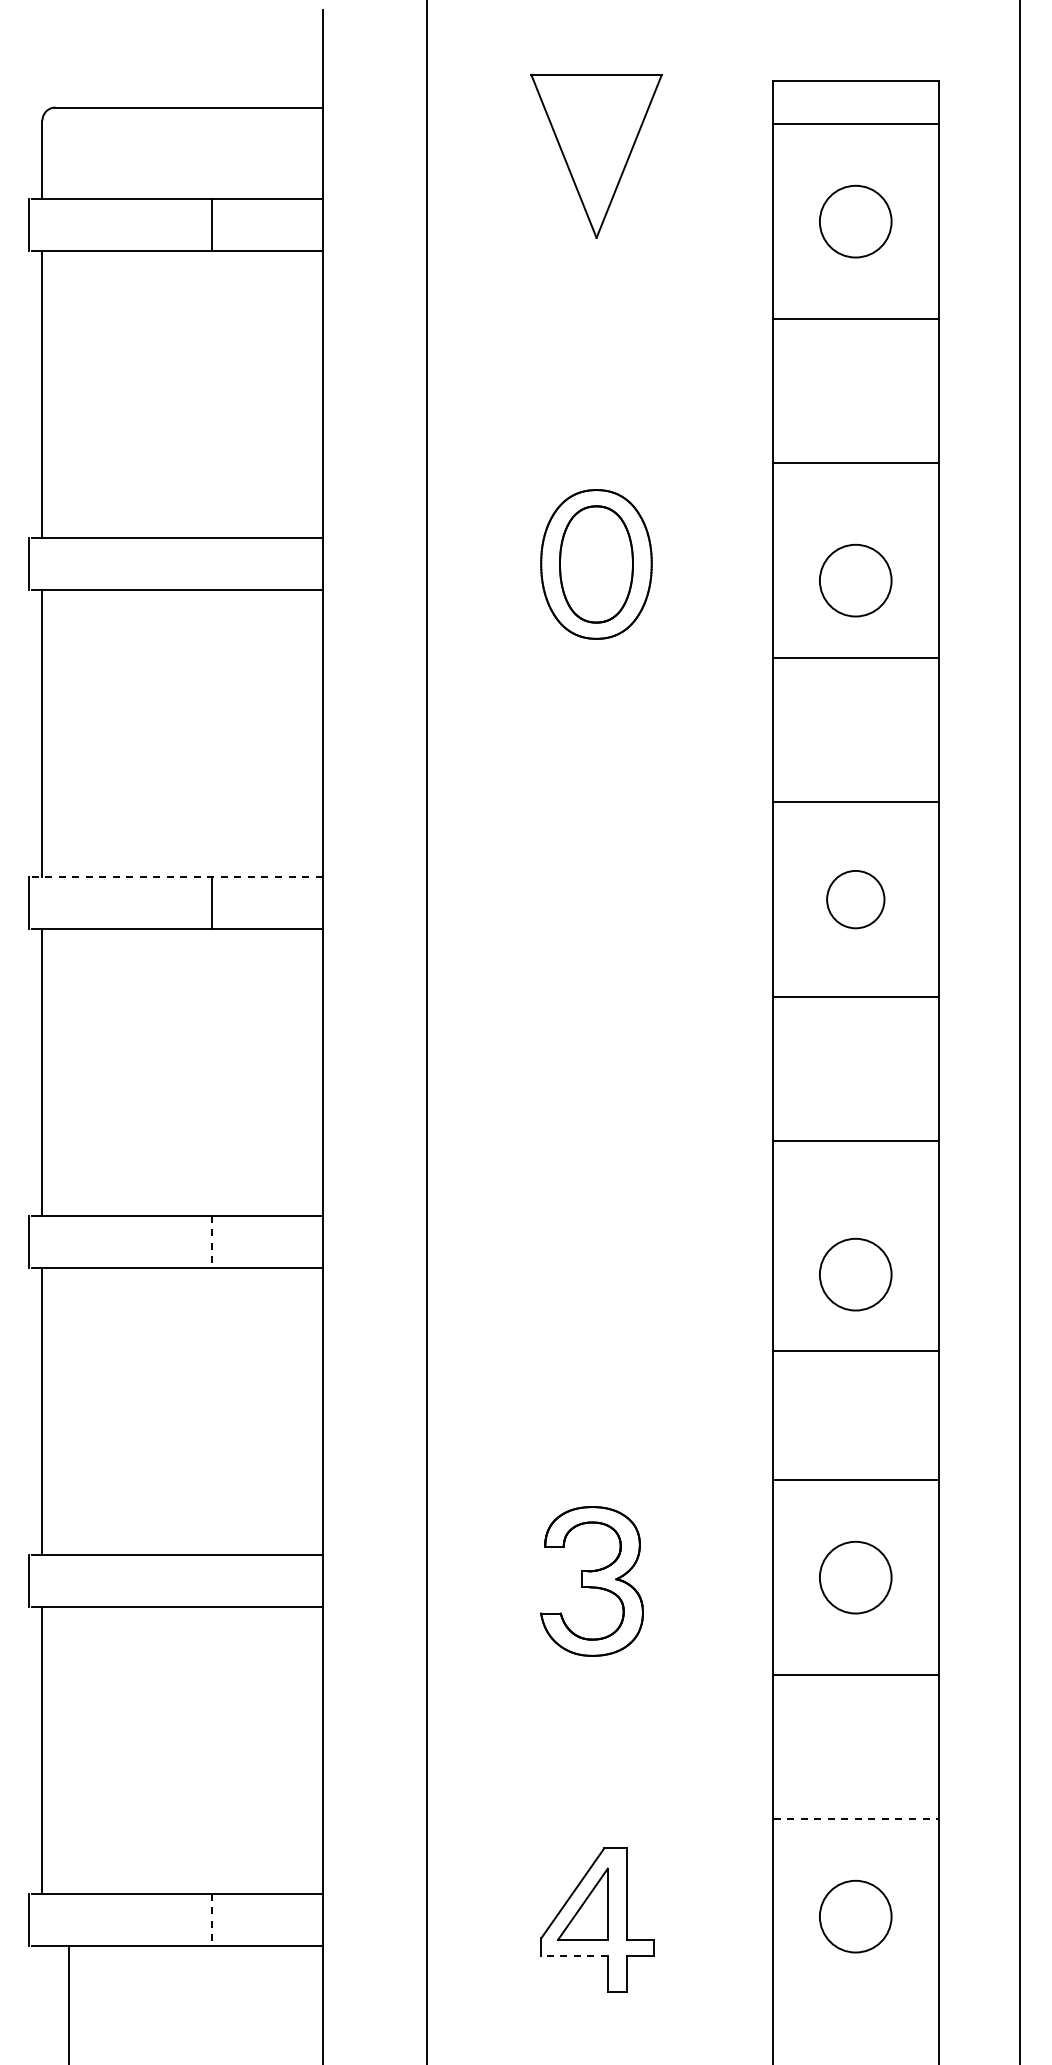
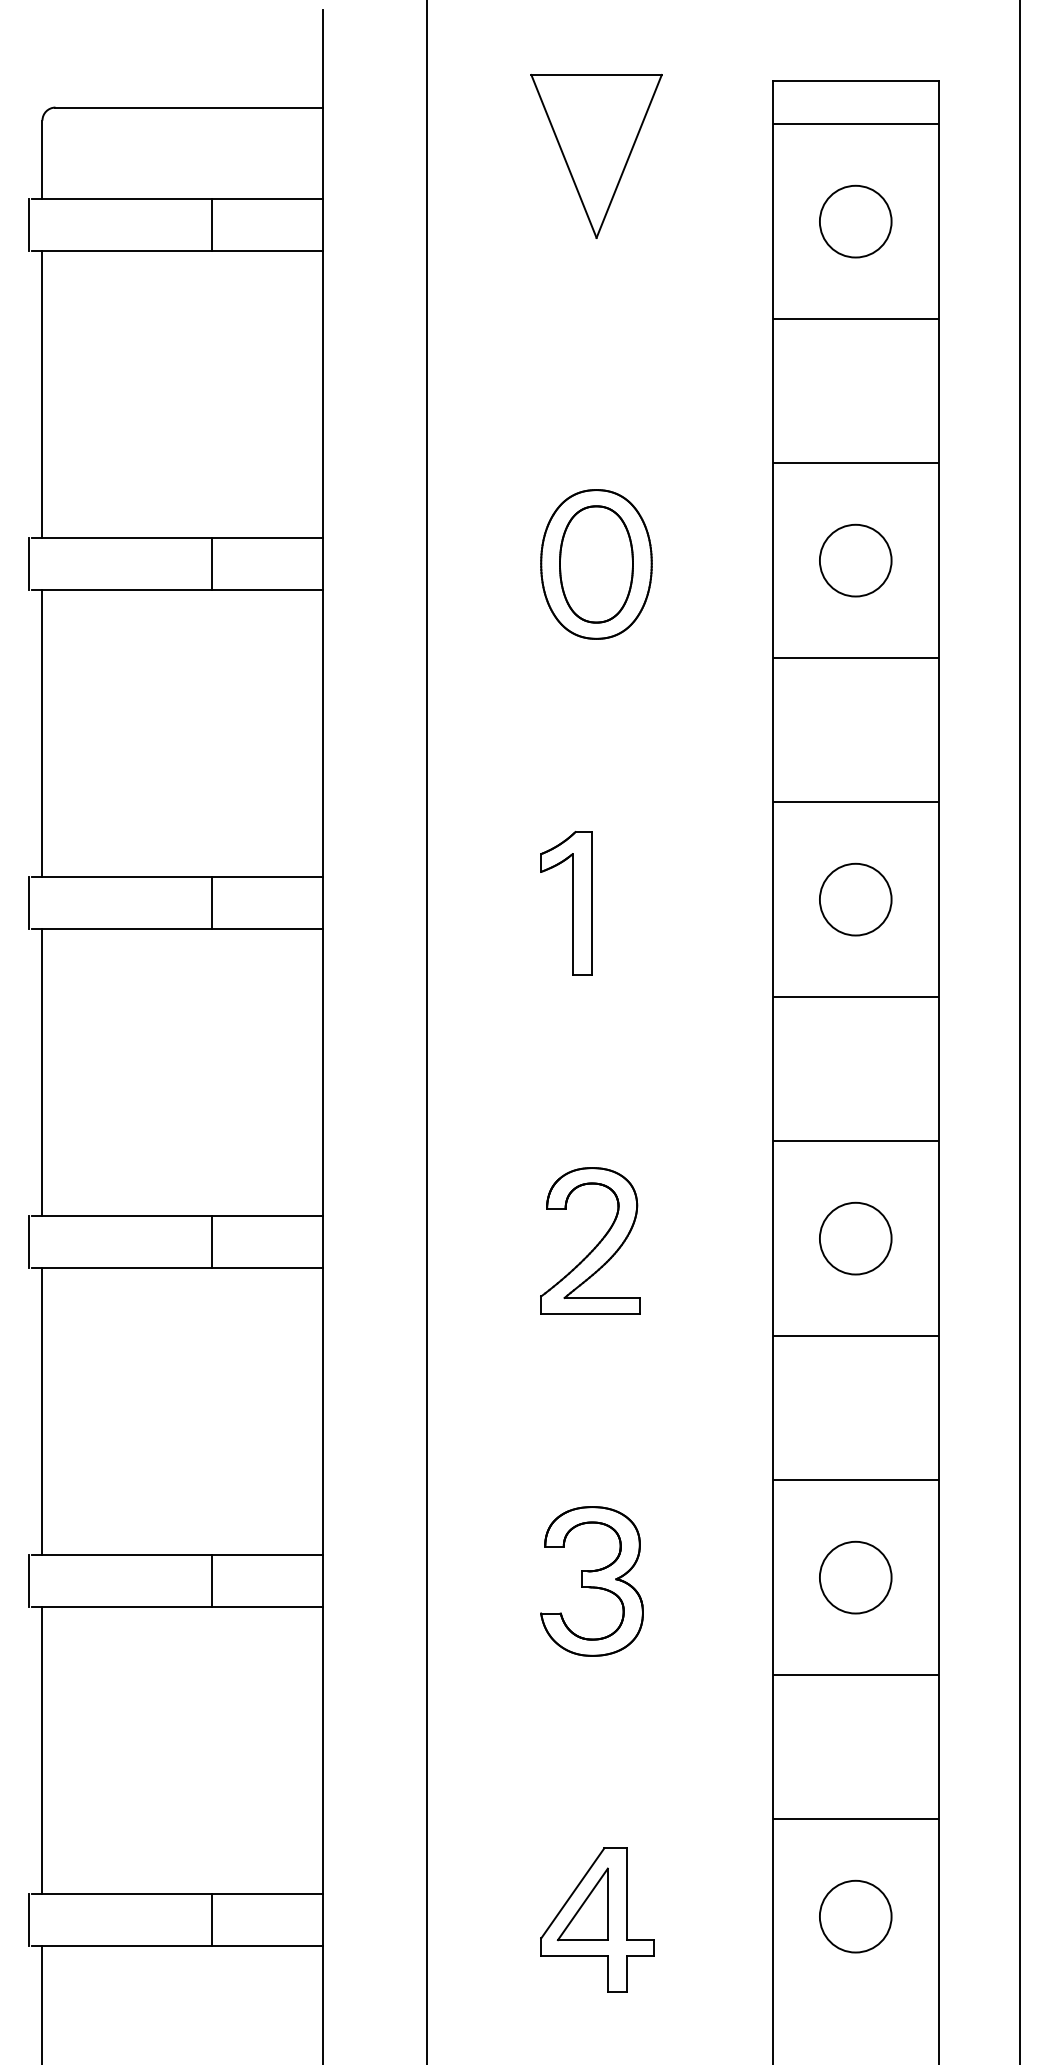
line at (211, 563): none -> present
circle at (855, 580) position: (855, 580) -> (855, 560)
line at (177, 876): dashed -> solid
circle at (855, 899) size: 60x60 px -> 74x75 px
part at (566, 903): none -> present
line at (211, 1242): dashed -> solid
part at (596, 1244): none -> present
circle at (855, 1274) position: (855, 1274) -> (855, 1238)
line at (855, 1351) position: (855, 1351) -> (855, 1336)
line at (211, 1580): none -> present
line at (855, 1818): dashed -> solid
line at (211, 1920): dashed -> solid
line at (574, 1955): dashed -> solid
line at (69, 2003) position: (69, 2003) -> (42, 2003)
